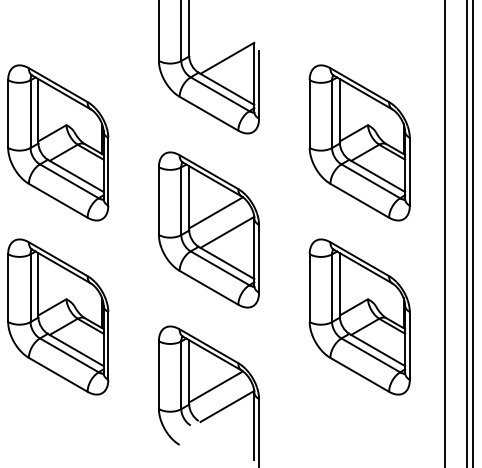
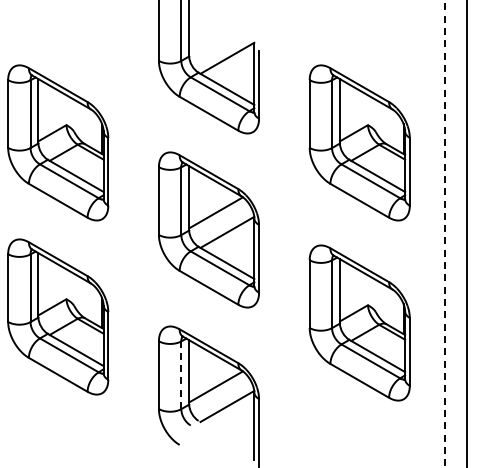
line at (444, 233): solid -> dashed
line at (472, 233): present -> none
part at (359, 316) position: (359, 316) -> (359, 322)
line at (181, 375): solid -> dashed
